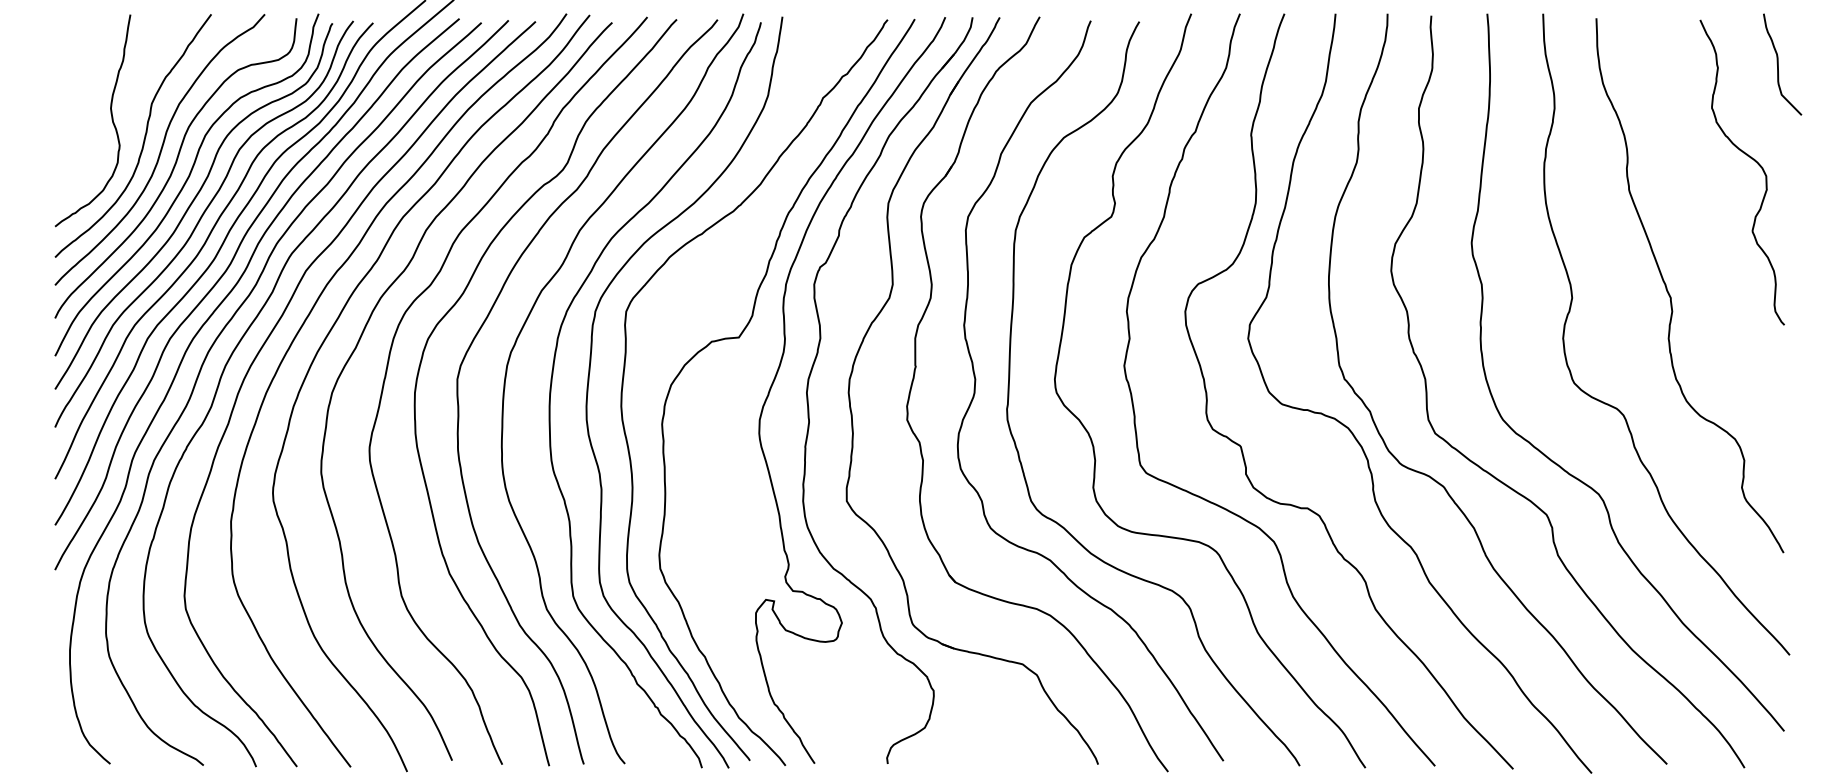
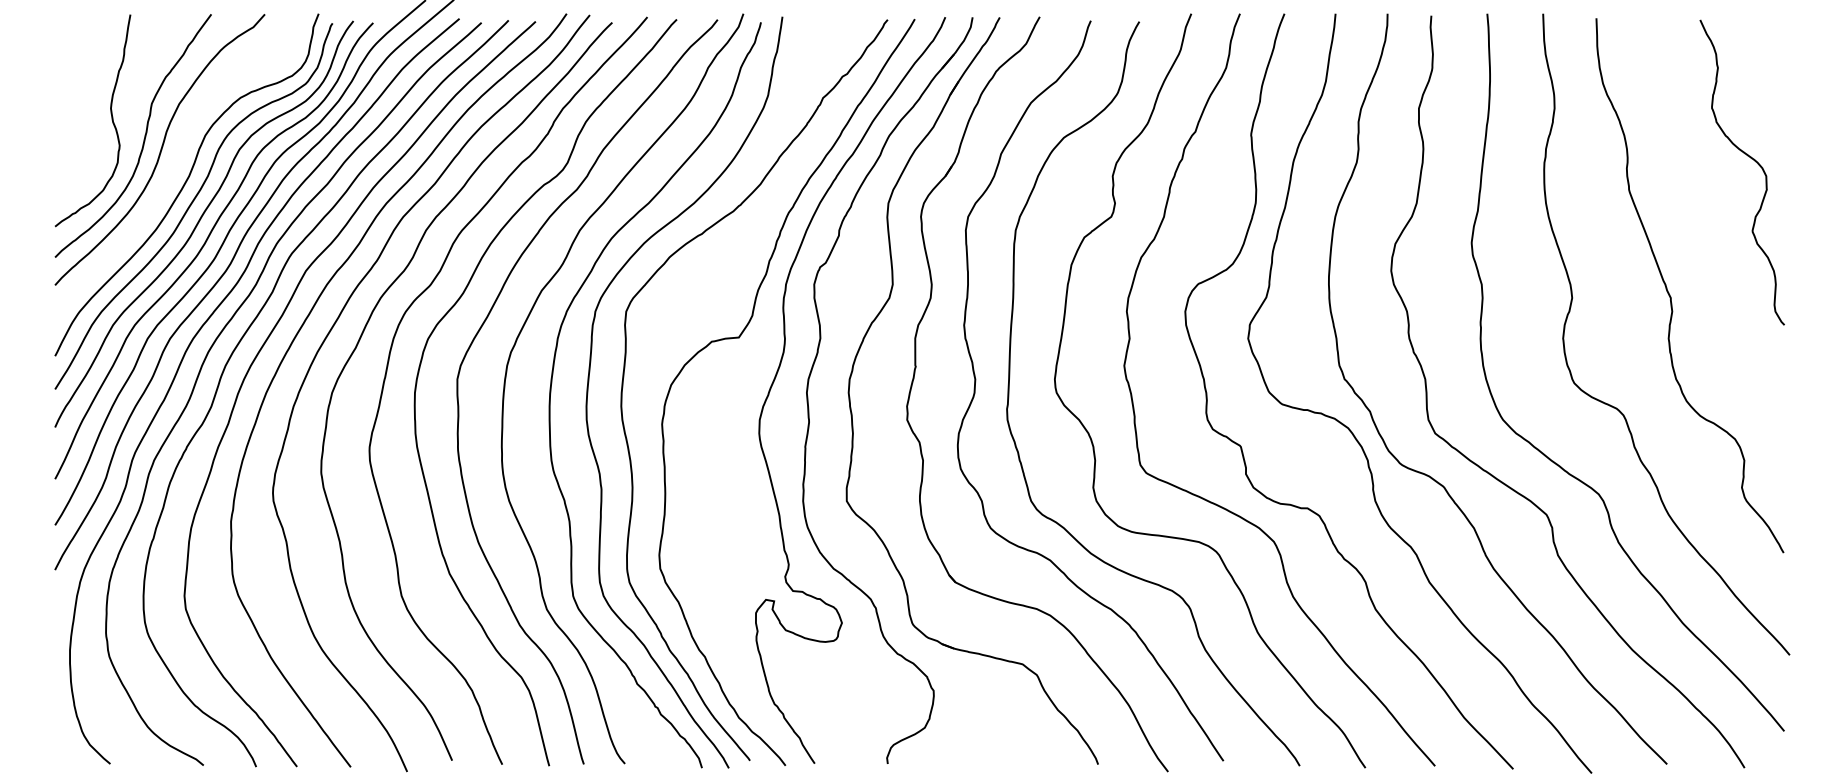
curve at (1778, 64): present -> none
curve at (174, 168): present -> none
